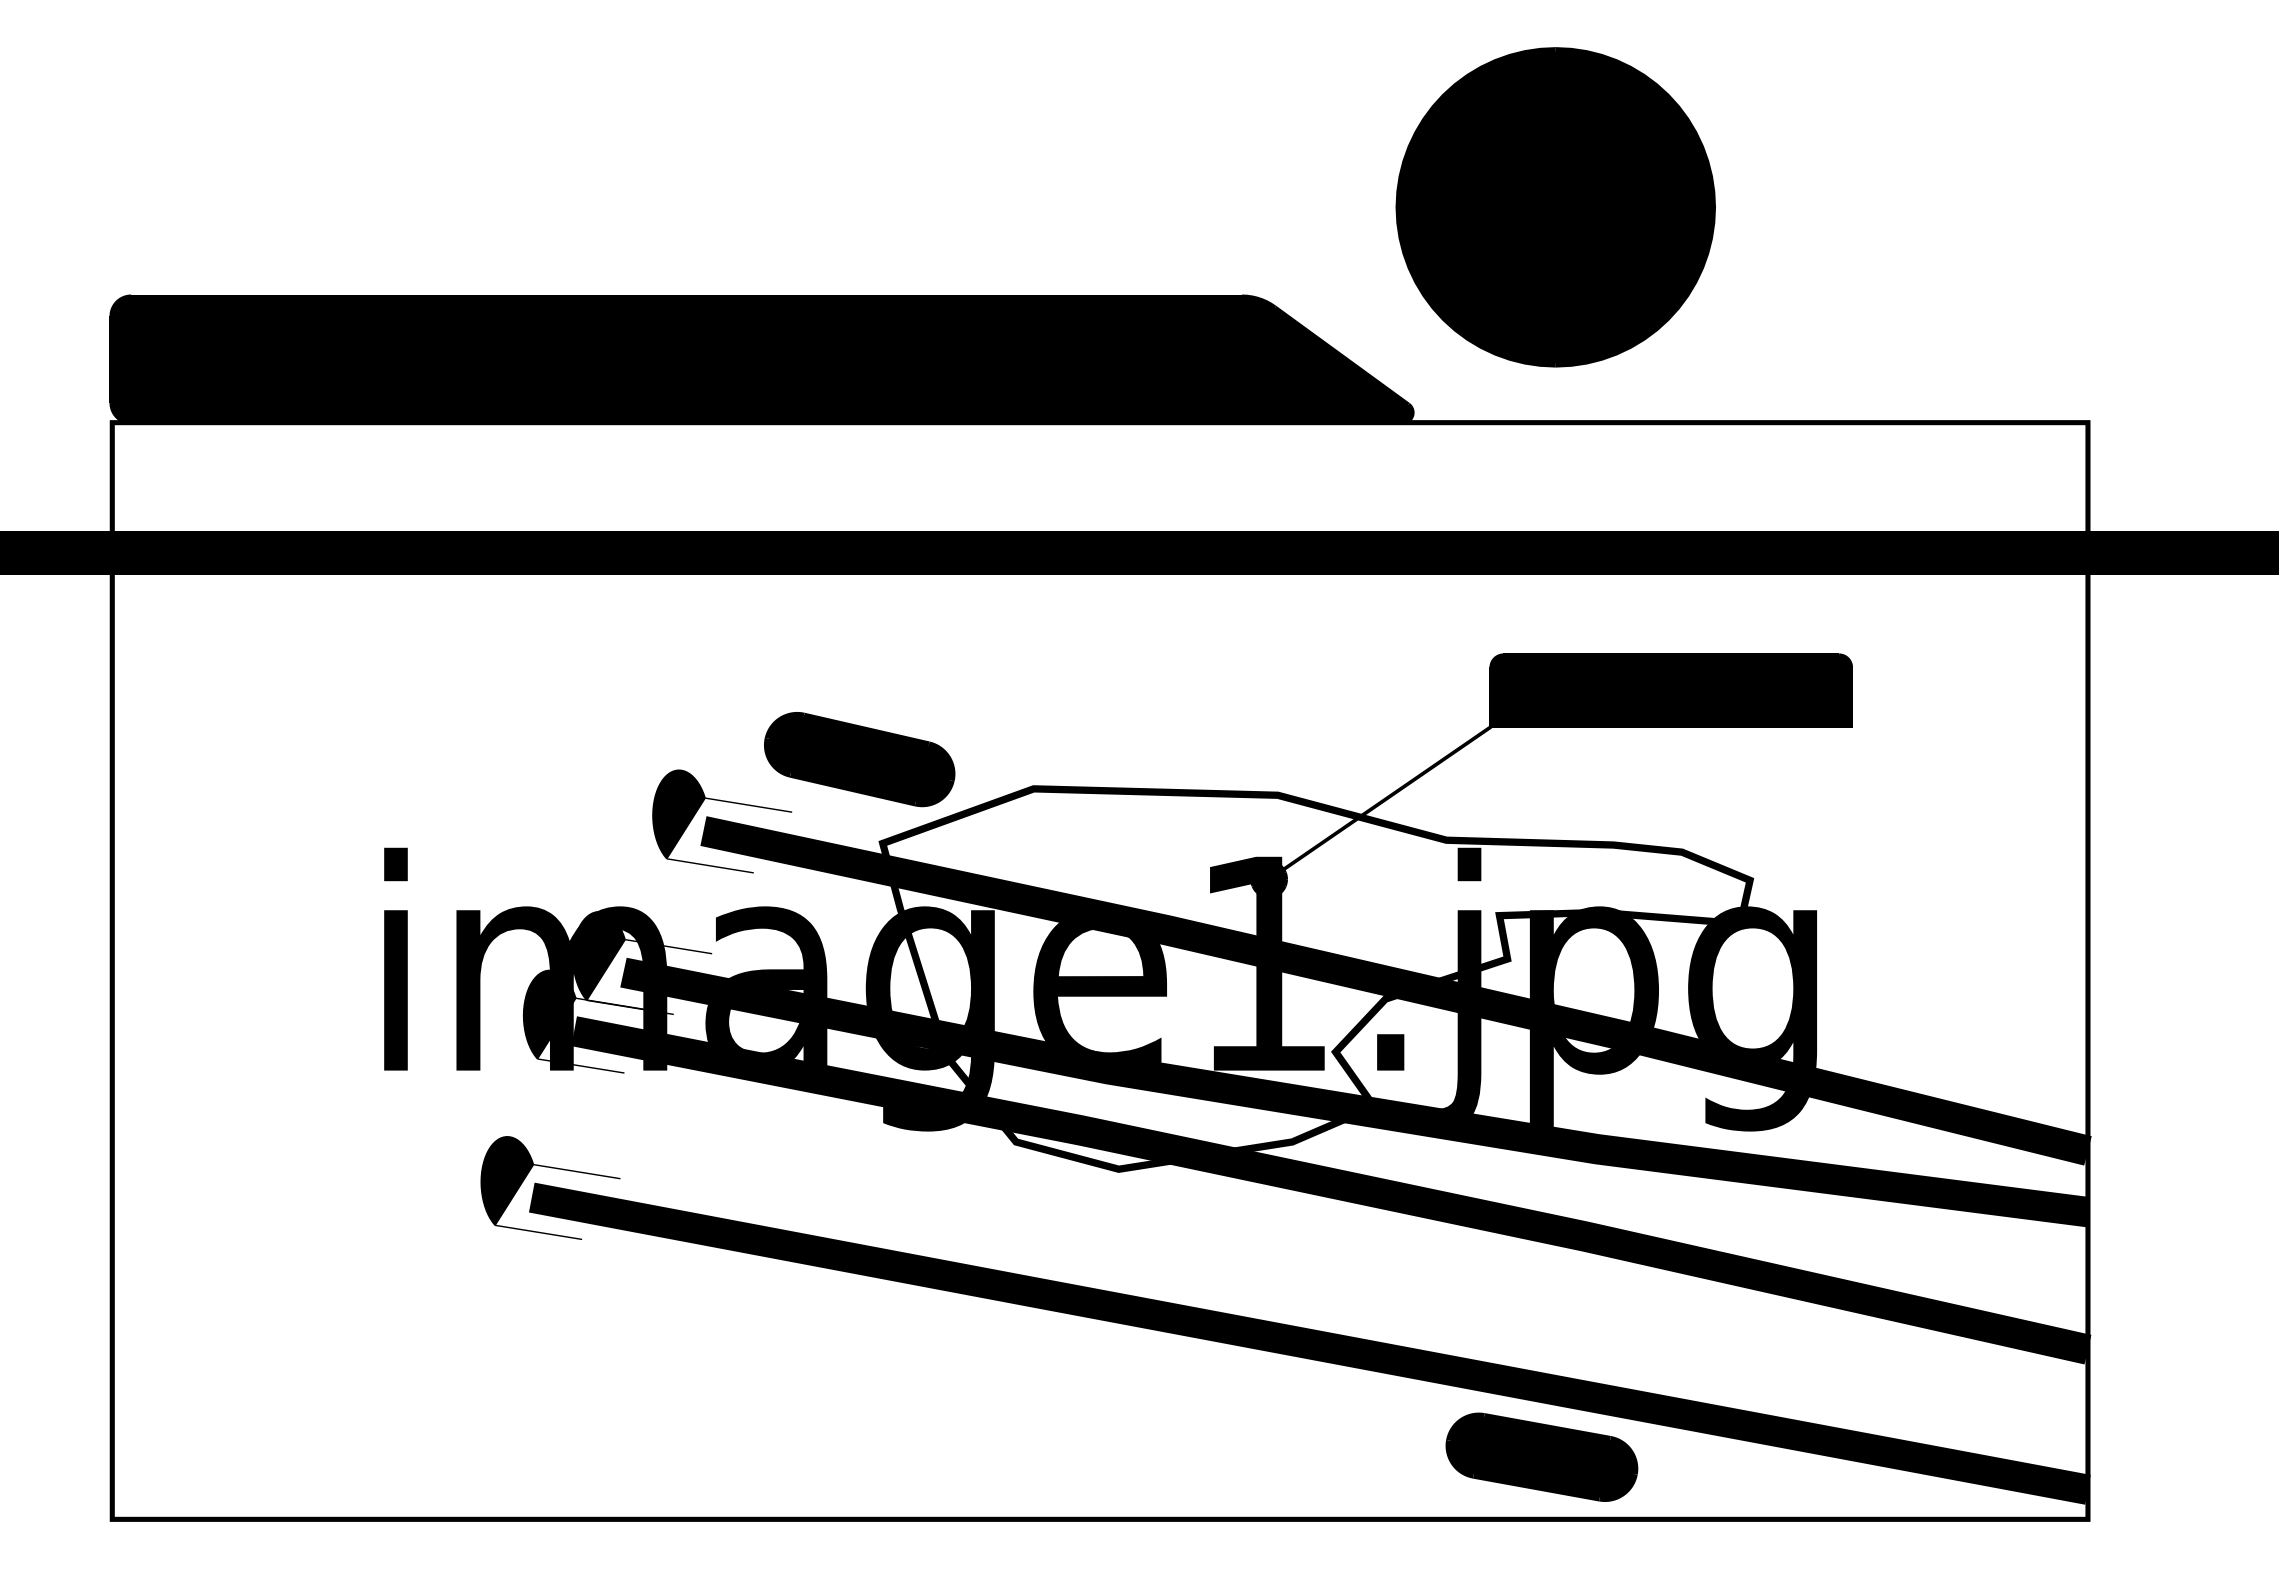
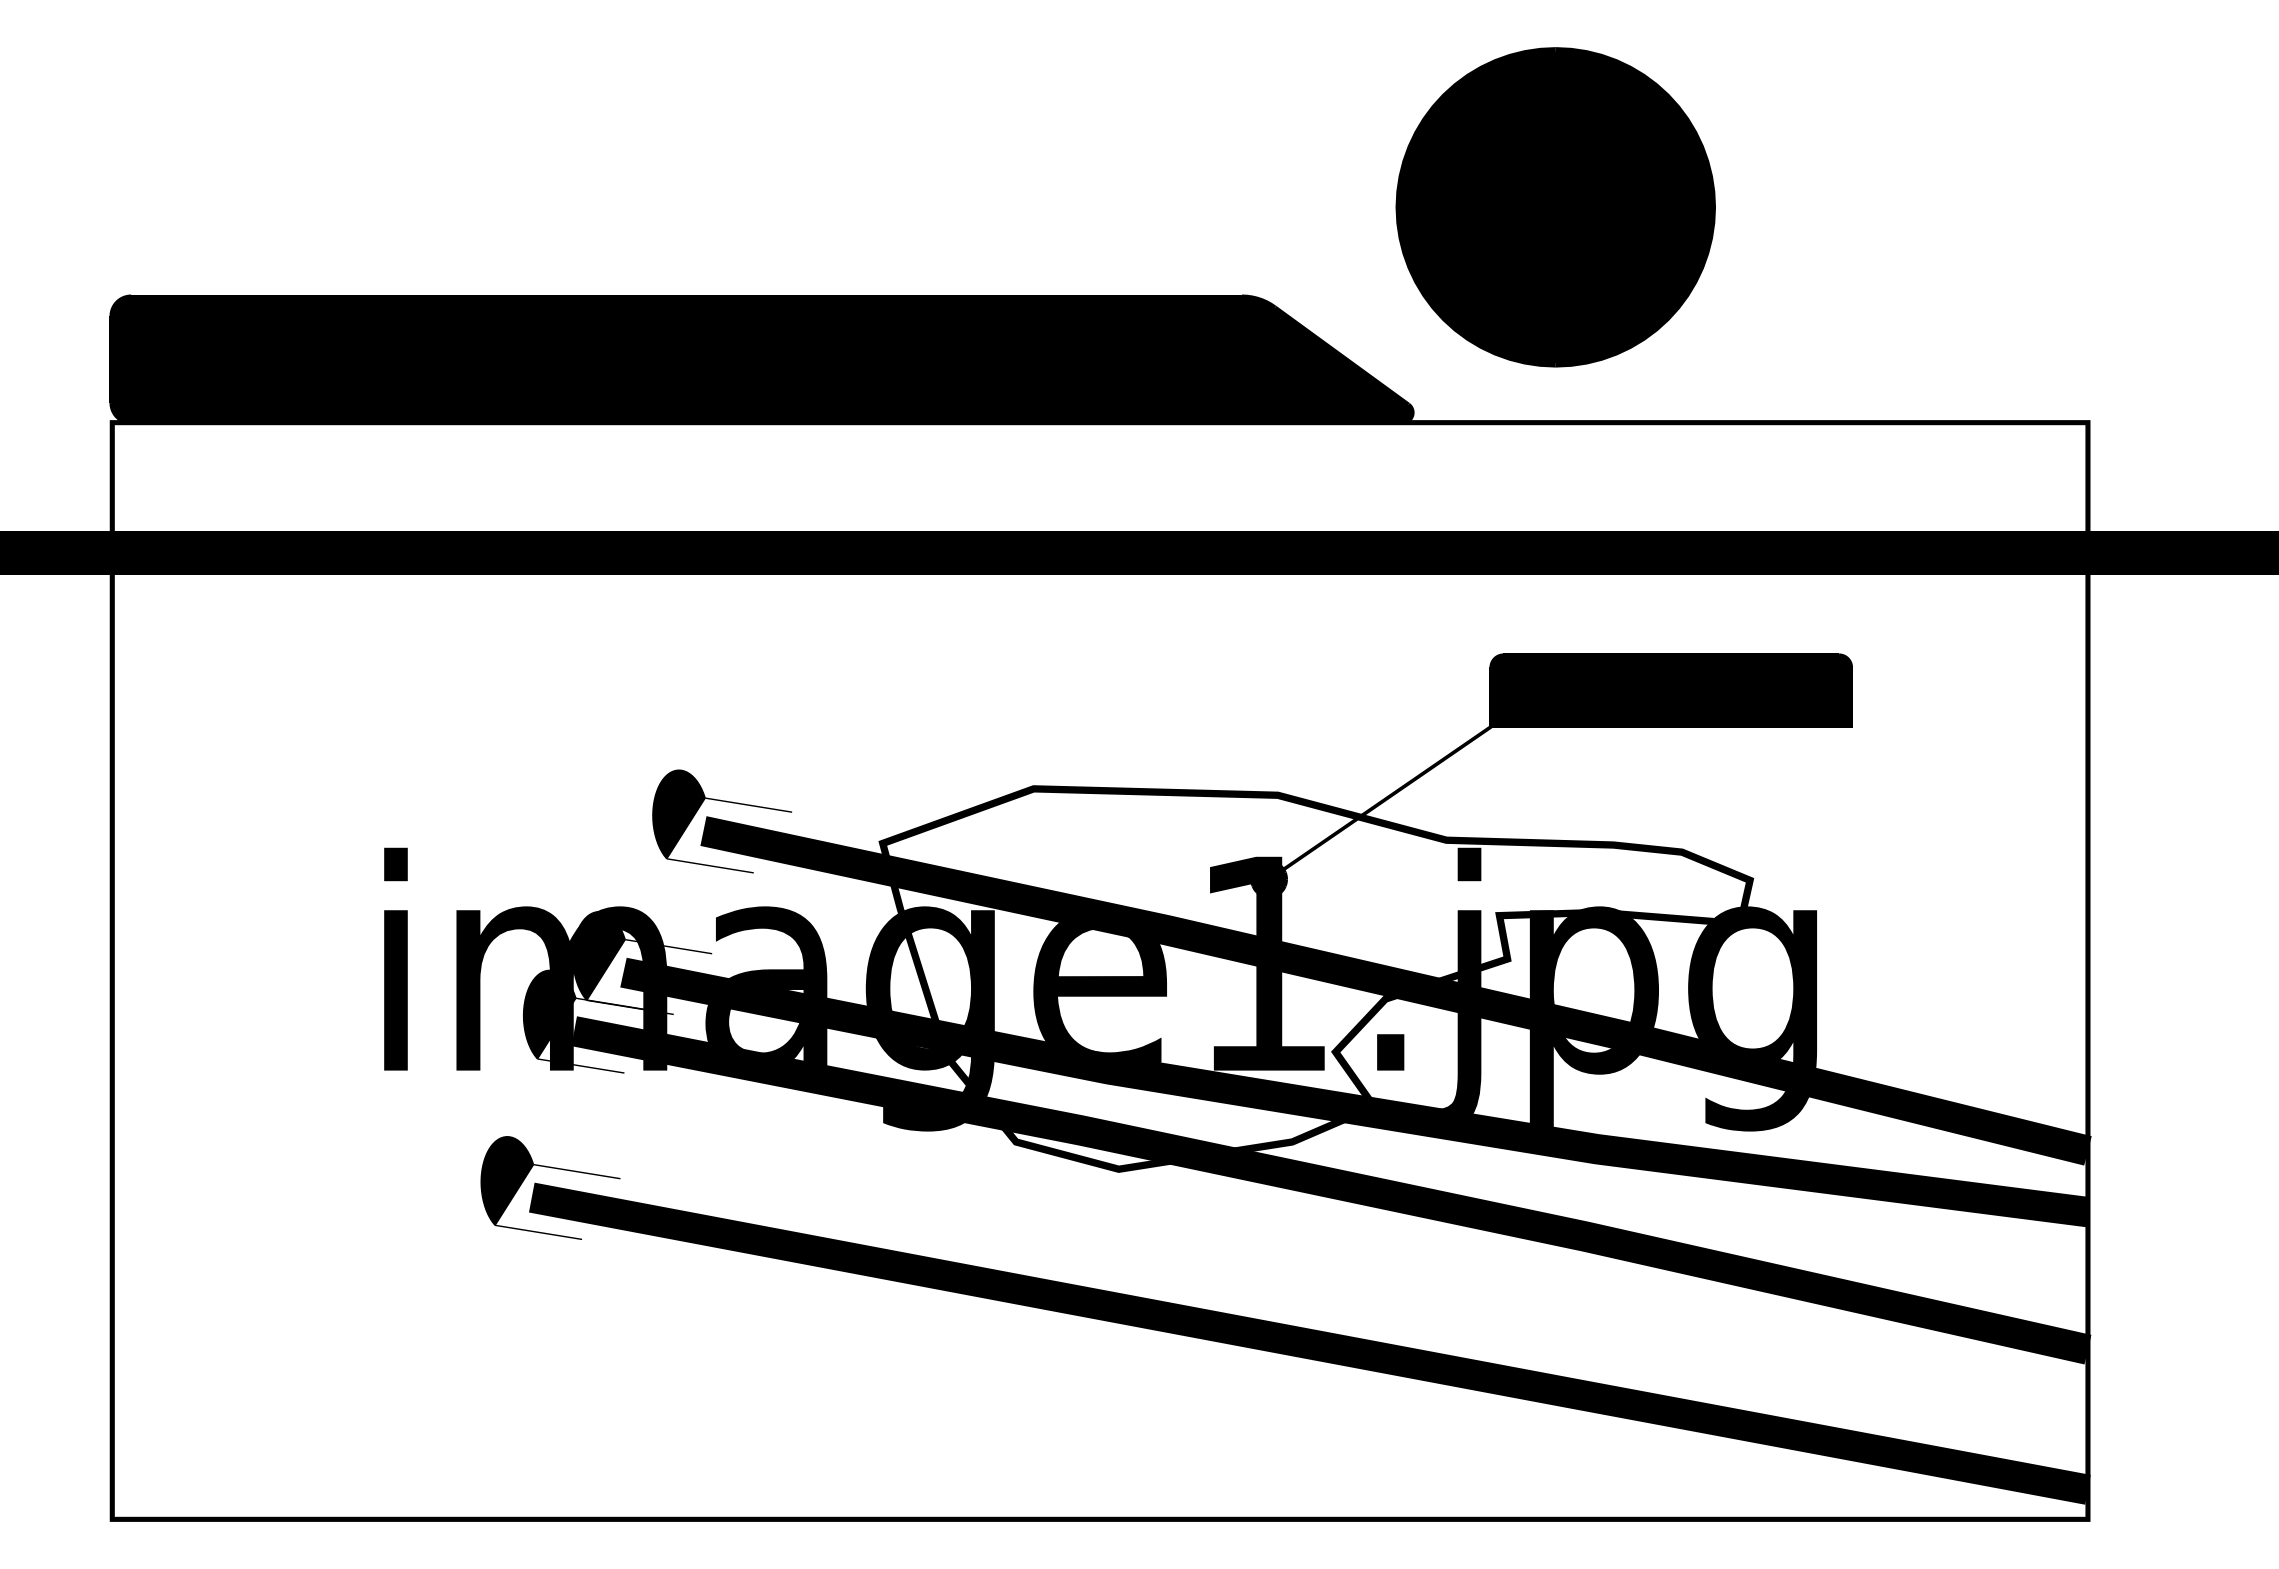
part at (859, 759): present -> none
part at (1541, 1456): present -> none
